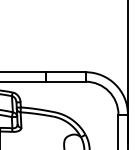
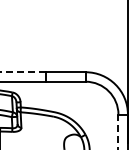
line at (23, 72): solid -> dashed
line at (118, 131): solid -> dashed
